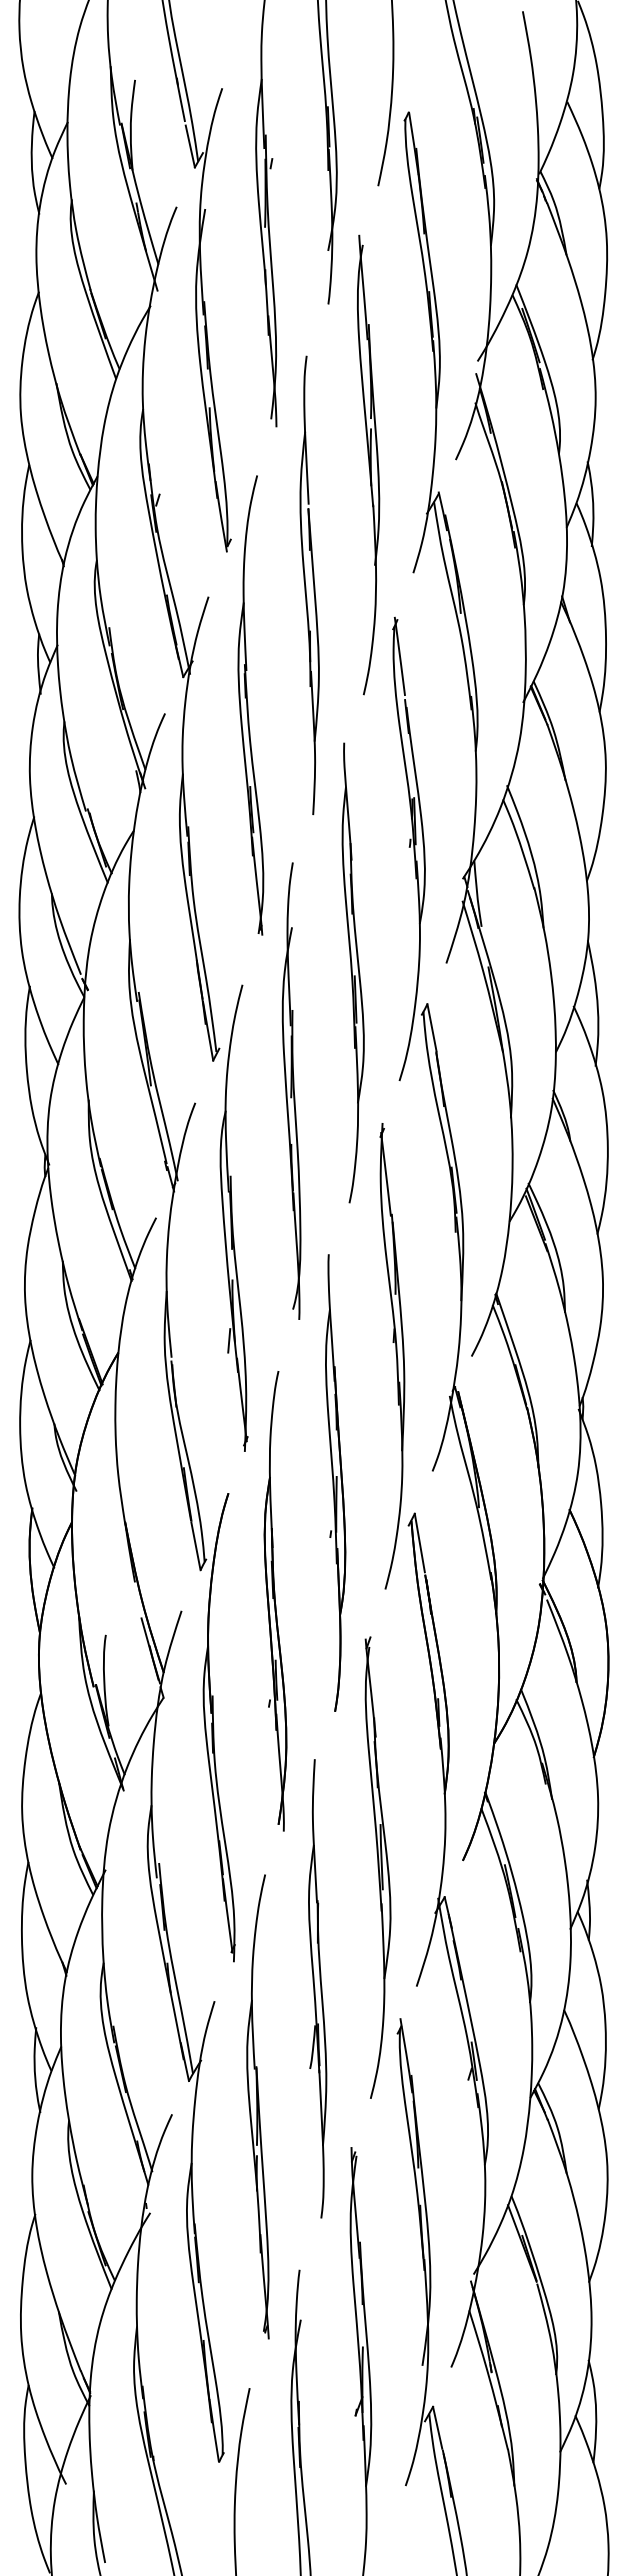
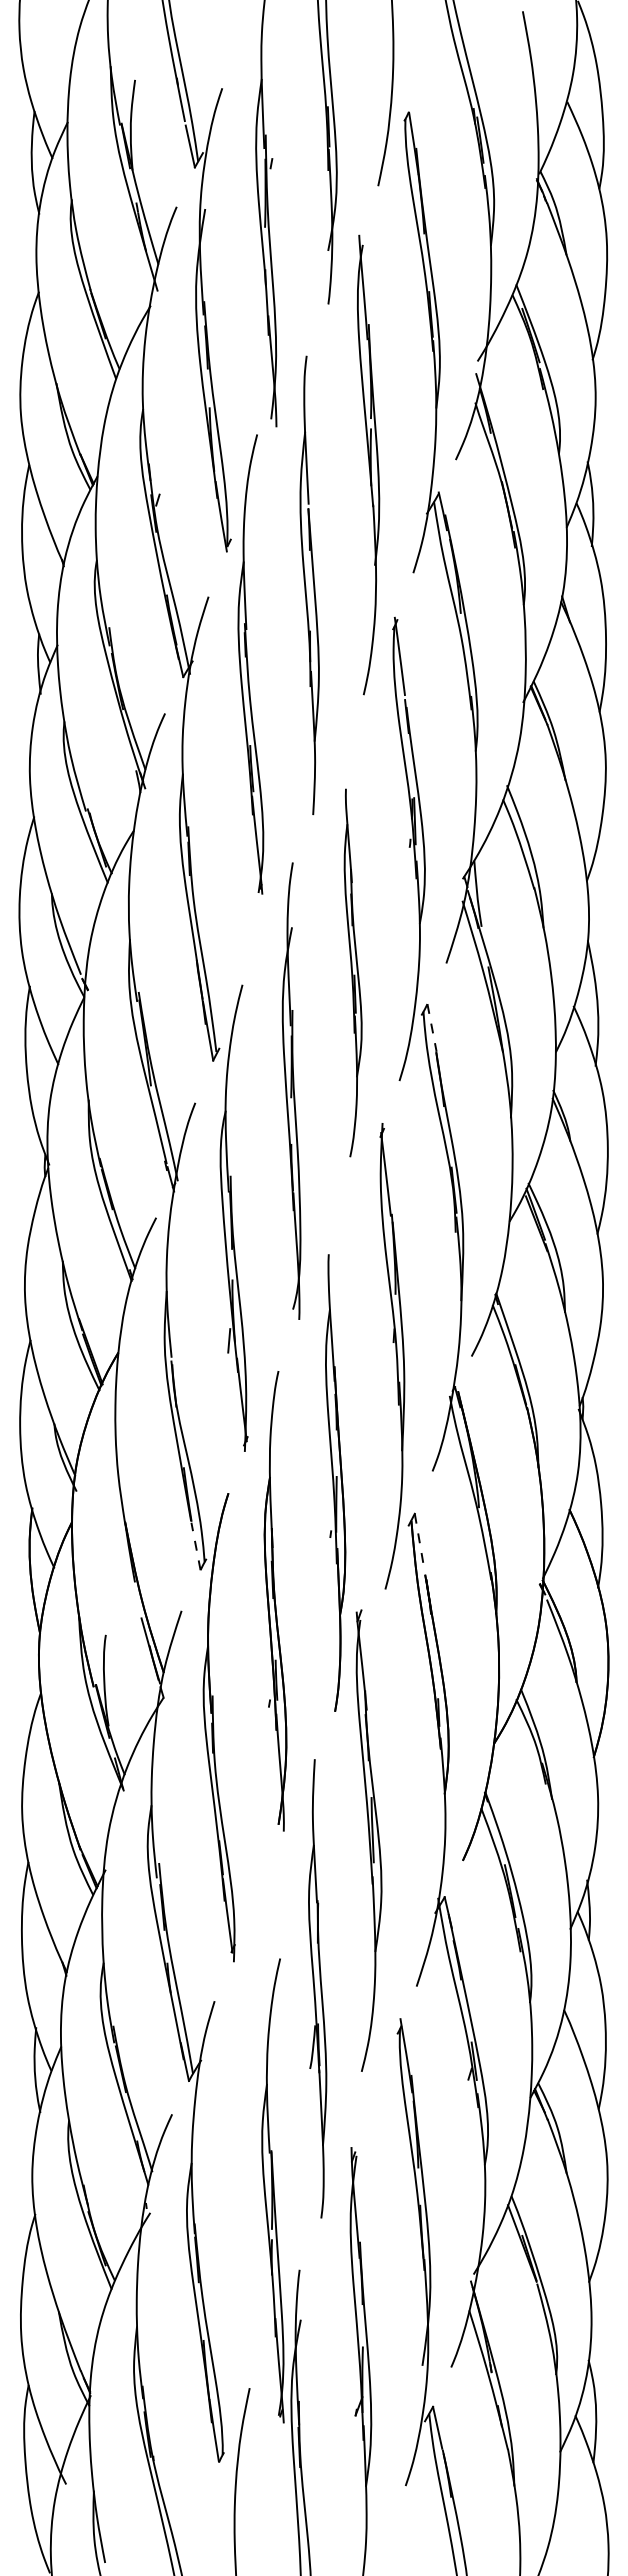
part at (250, 705) position: (250, 705) -> (250, 664)
part at (352, 972) size: 24x462 px -> 20x370 px
line at (432, 1028): solid -> dashed
line at (419, 1543): solid -> dashed
line at (195, 1546): solid -> dashed
part at (377, 1867) position: (377, 1867) -> (368, 1840)
part at (257, 2106) position: (257, 2106) -> (272, 2190)
